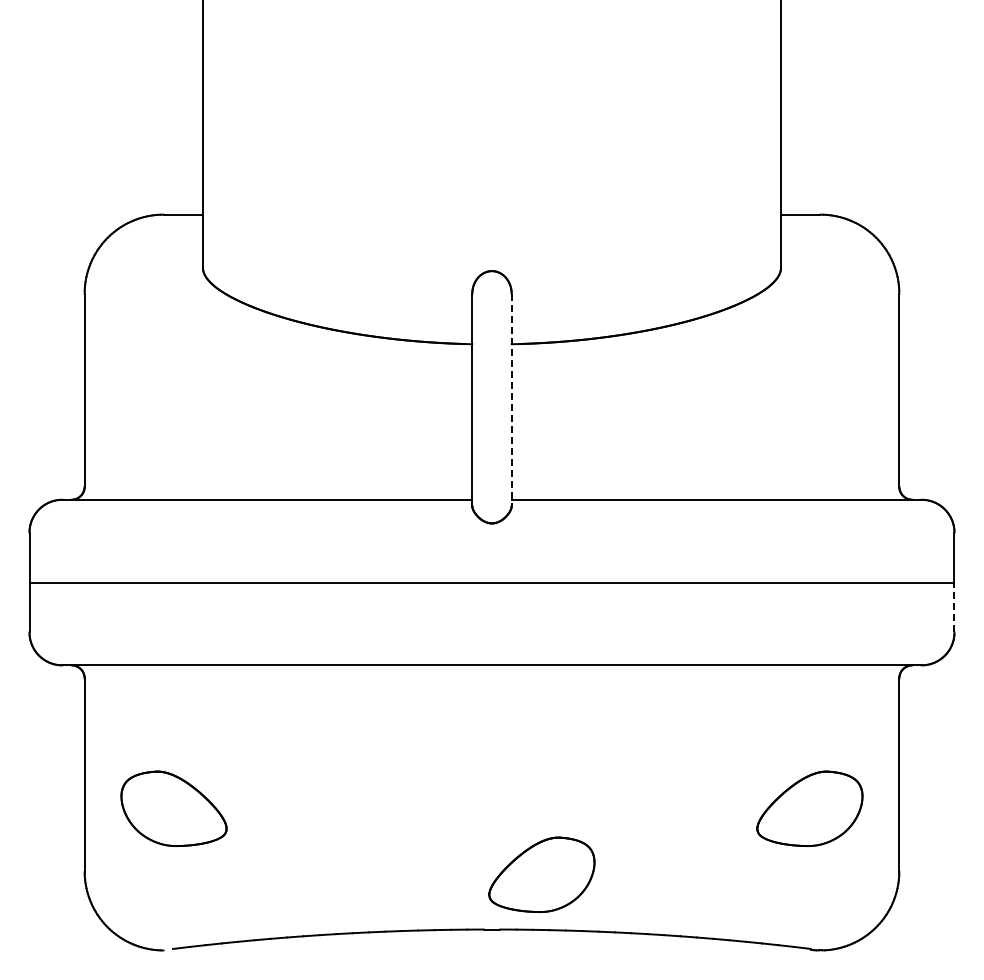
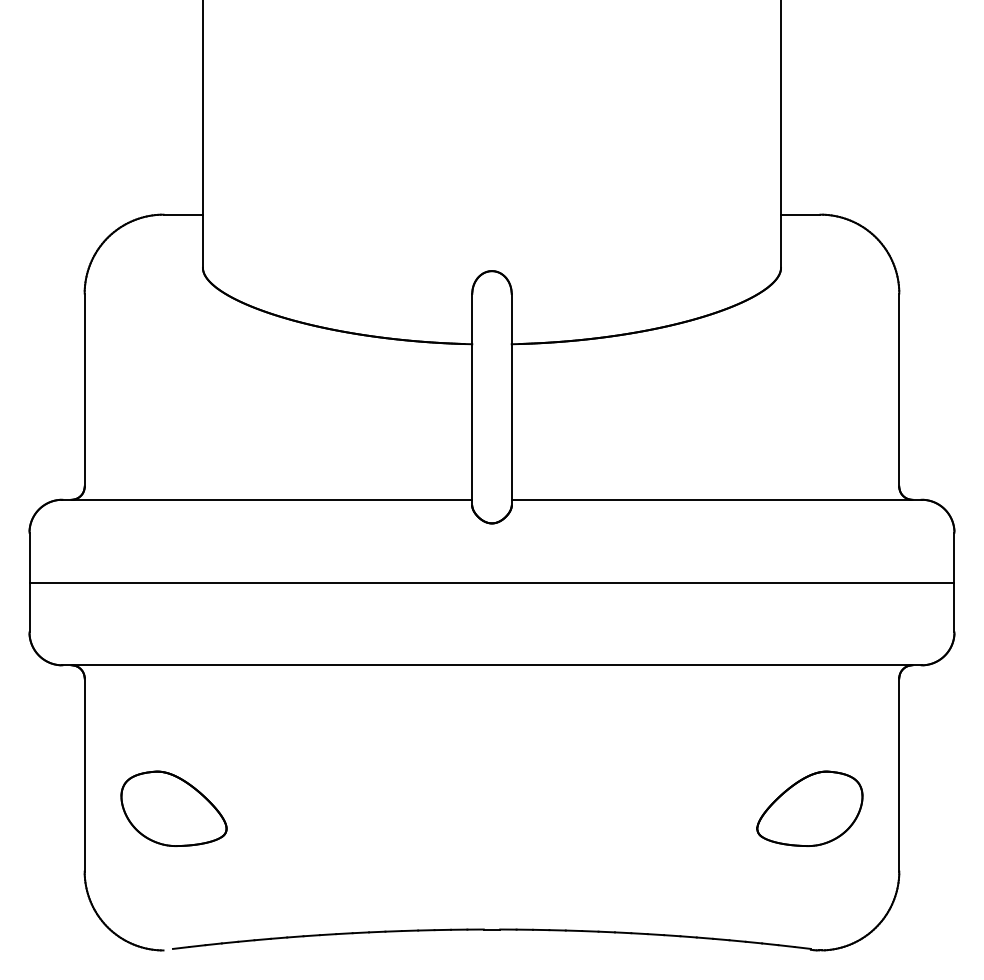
line at (511, 399): dashed -> solid
line at (954, 607): dashed -> solid
part at (541, 874): present -> none
